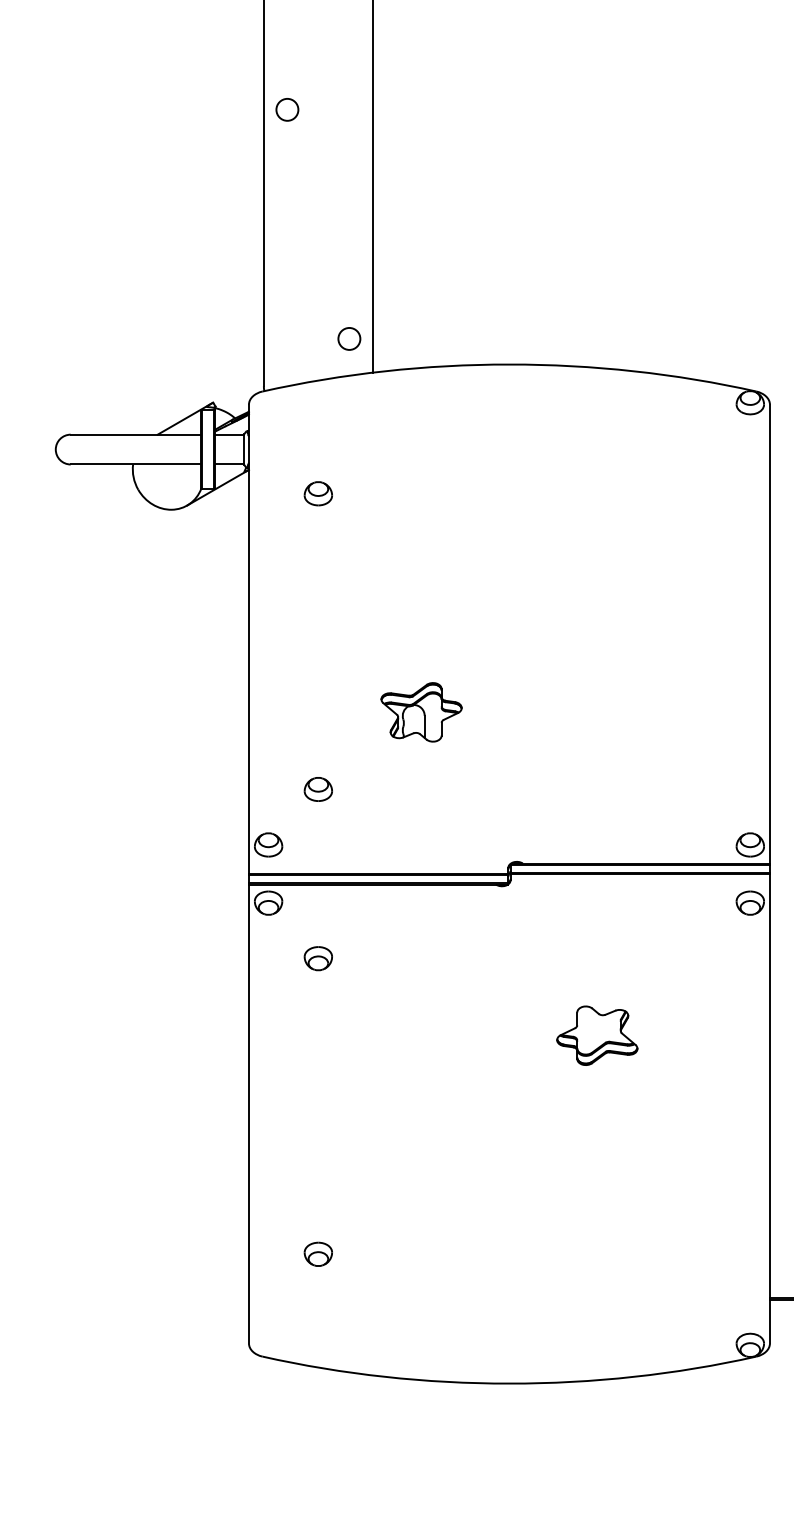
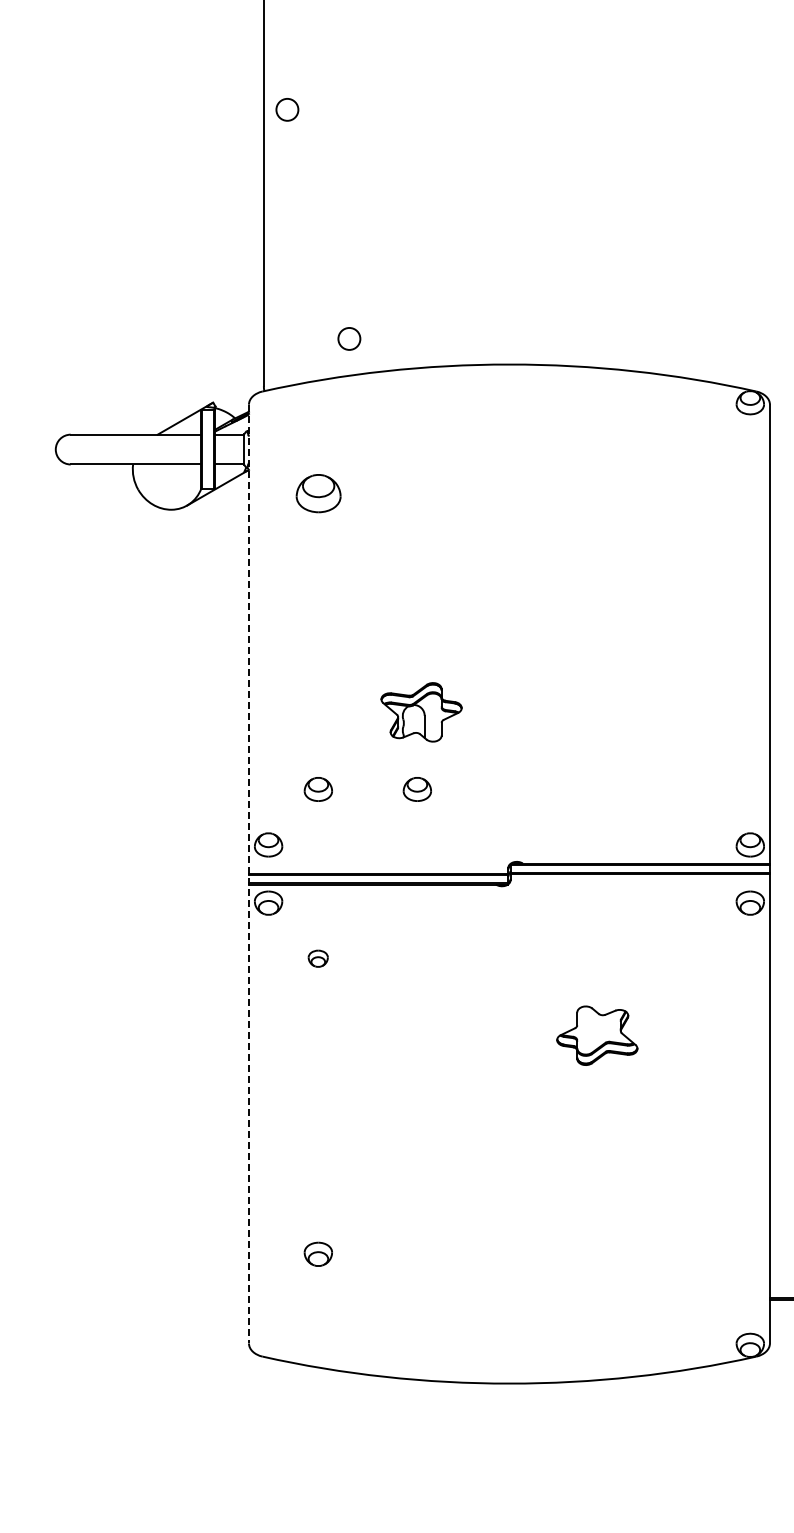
line at (372, 187): present -> none
part at (317, 493) size: 30x26 px -> 47x40 px
part at (416, 789): none -> present
line at (248, 874): solid -> dashed
part at (317, 958) size: 30x26 px -> 22x19 px
